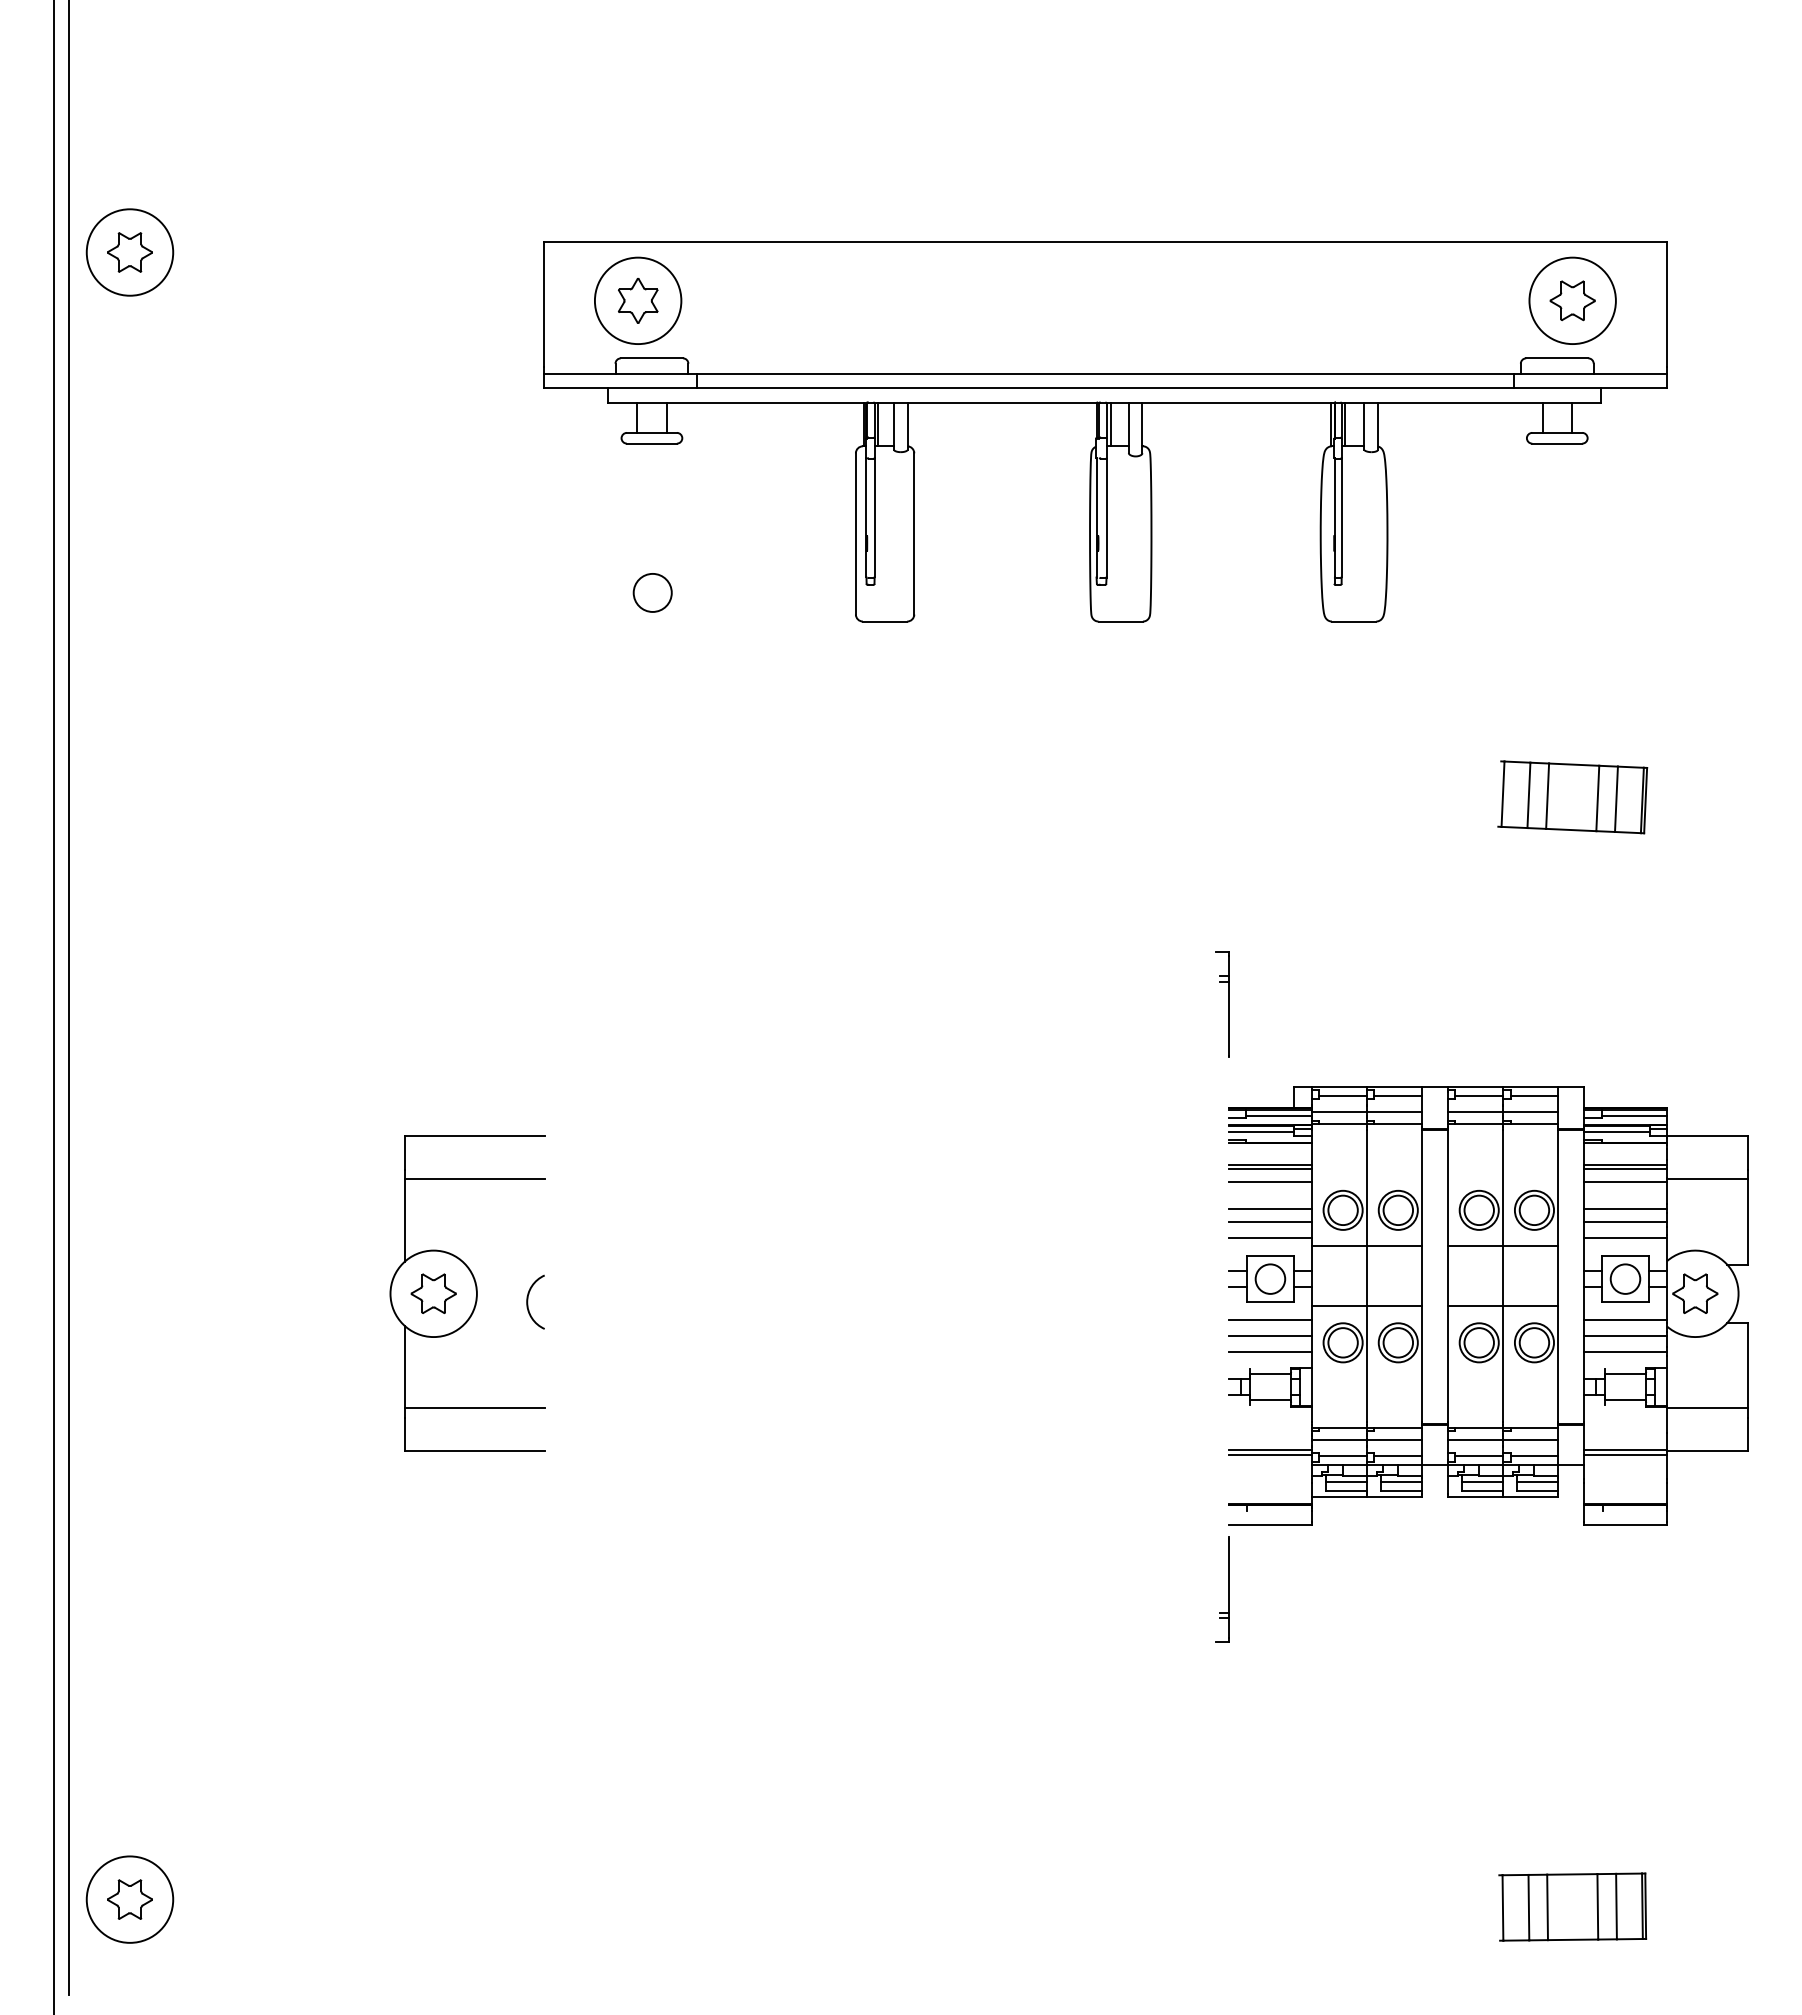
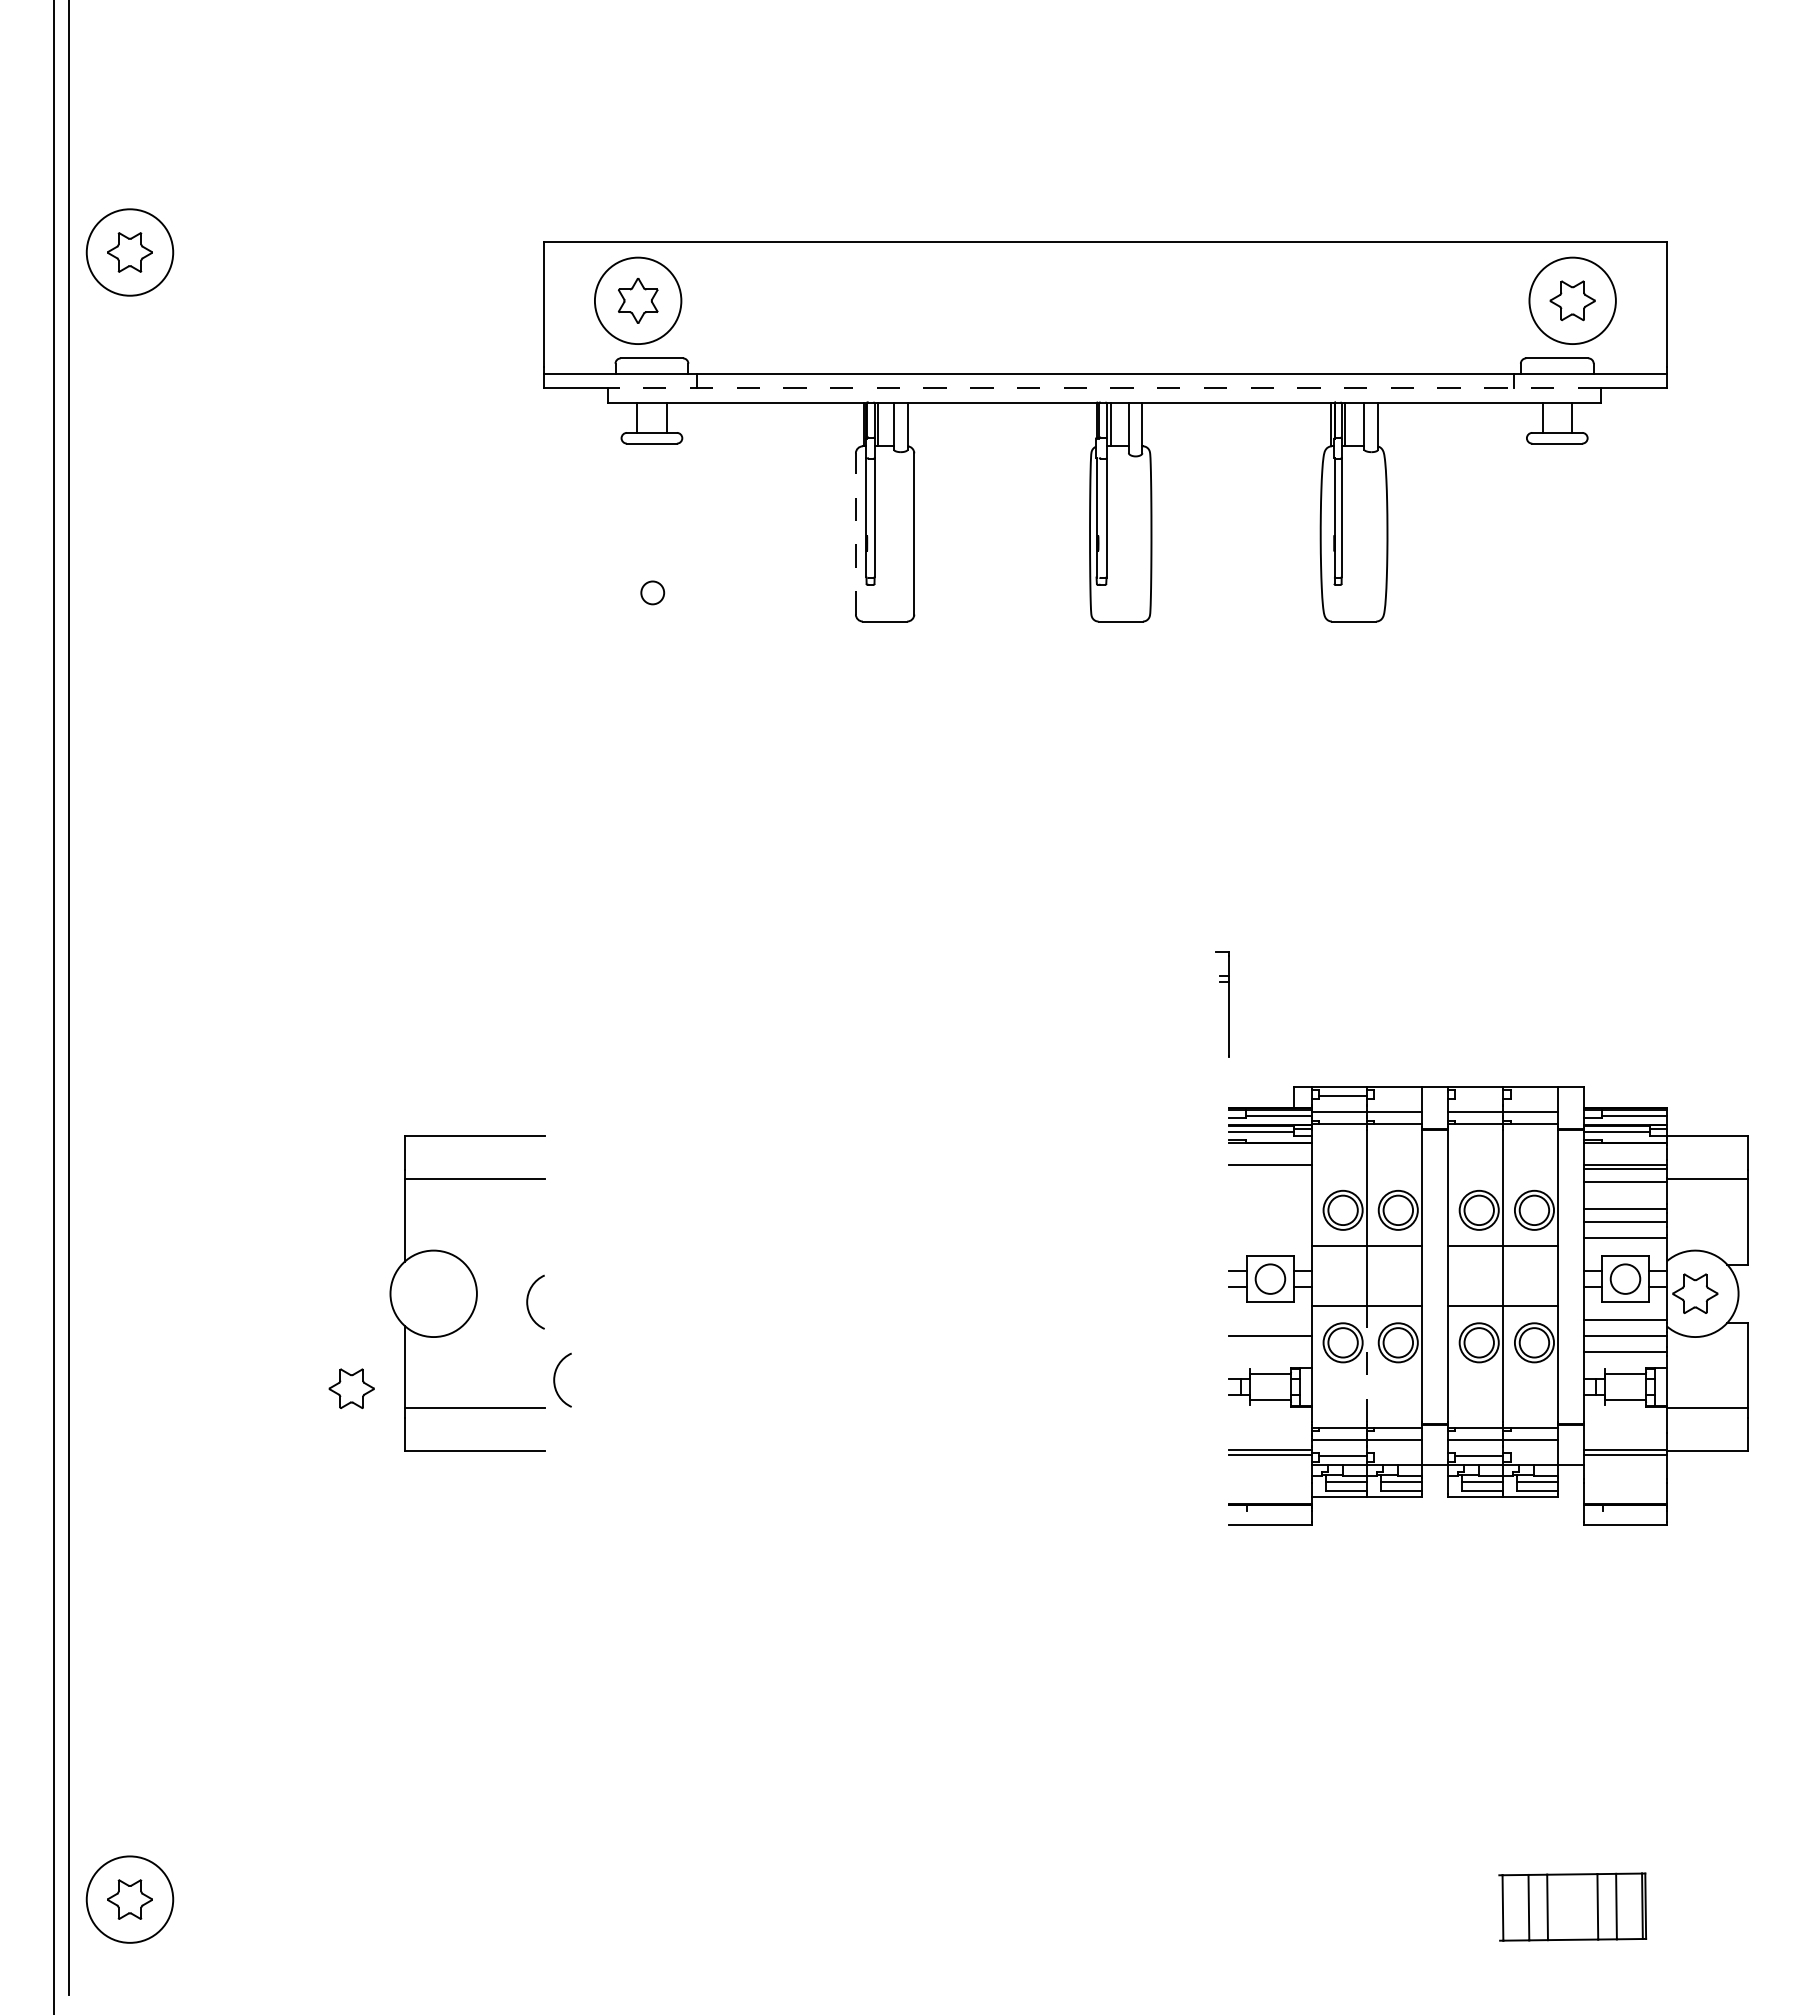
line at (1103, 388): solid -> dashed
line at (855, 533): solid -> dashed
circle at (652, 592) diameter: 38 px -> 23 px
part at (1572, 797): present -> none
line at (1398, 1096): present -> none
line at (1479, 1096): present -> none
line at (1534, 1096): present -> none
line at (1270, 1168): present -> none
line at (1270, 1182): present -> none
line at (1270, 1208): present -> none
line at (1270, 1221): present -> none
line at (1270, 1238): present -> none
part at (433, 1293) position: (433, 1293) -> (351, 1388)
line at (1270, 1320): present -> none
line at (1270, 1351): present -> none
line at (1367, 1364): solid -> dashed
arc at (555, 1379): none -> present
line at (1398, 1455): present -> none
line at (1534, 1455): present -> none
part at (1222, 1589): present -> none
